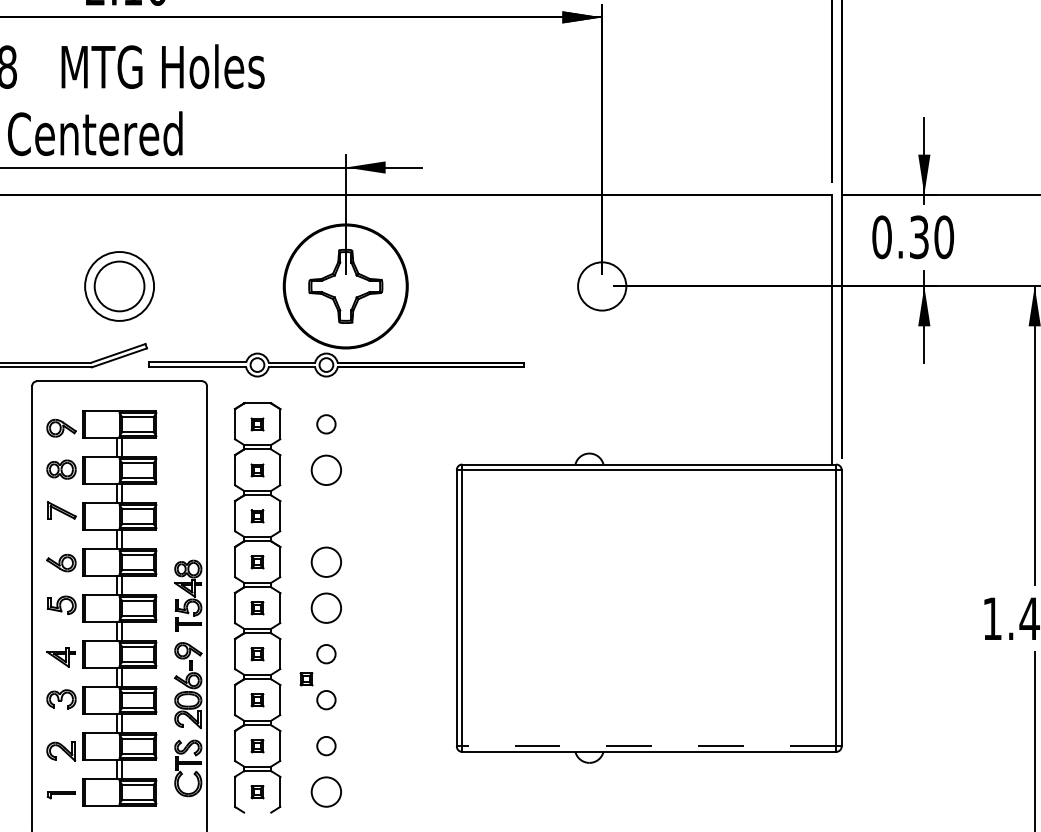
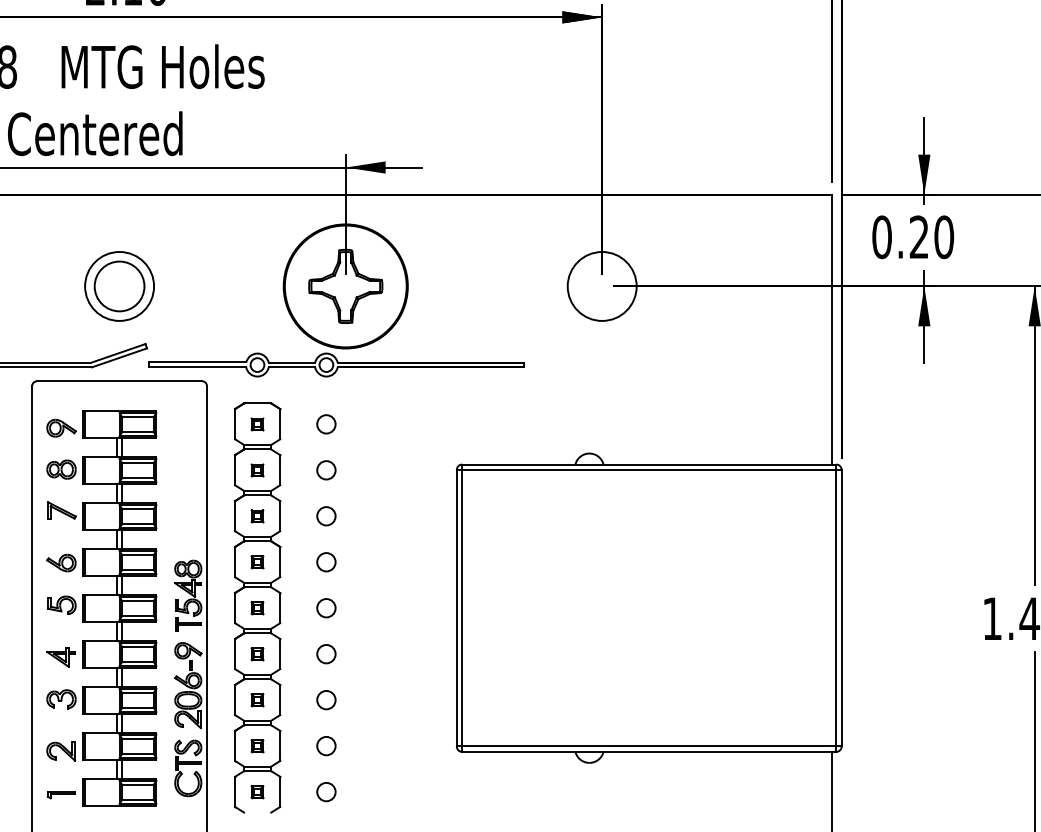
text at (918, 237): 0.30 -> 0.20
circle at (602, 286) diameter: 48 px -> 69 px
circle at (326, 470) diameter: 29 px -> 18 px
circle at (326, 516): none -> present
circle at (326, 561) diameter: 29 px -> 18 px
circle at (326, 607) diameter: 29 px -> 18 px
part at (306, 679): present -> none
line at (648, 746): dashed -> solid
line at (832, 789): none -> present
circle at (326, 791) diameter: 29 px -> 18 px
